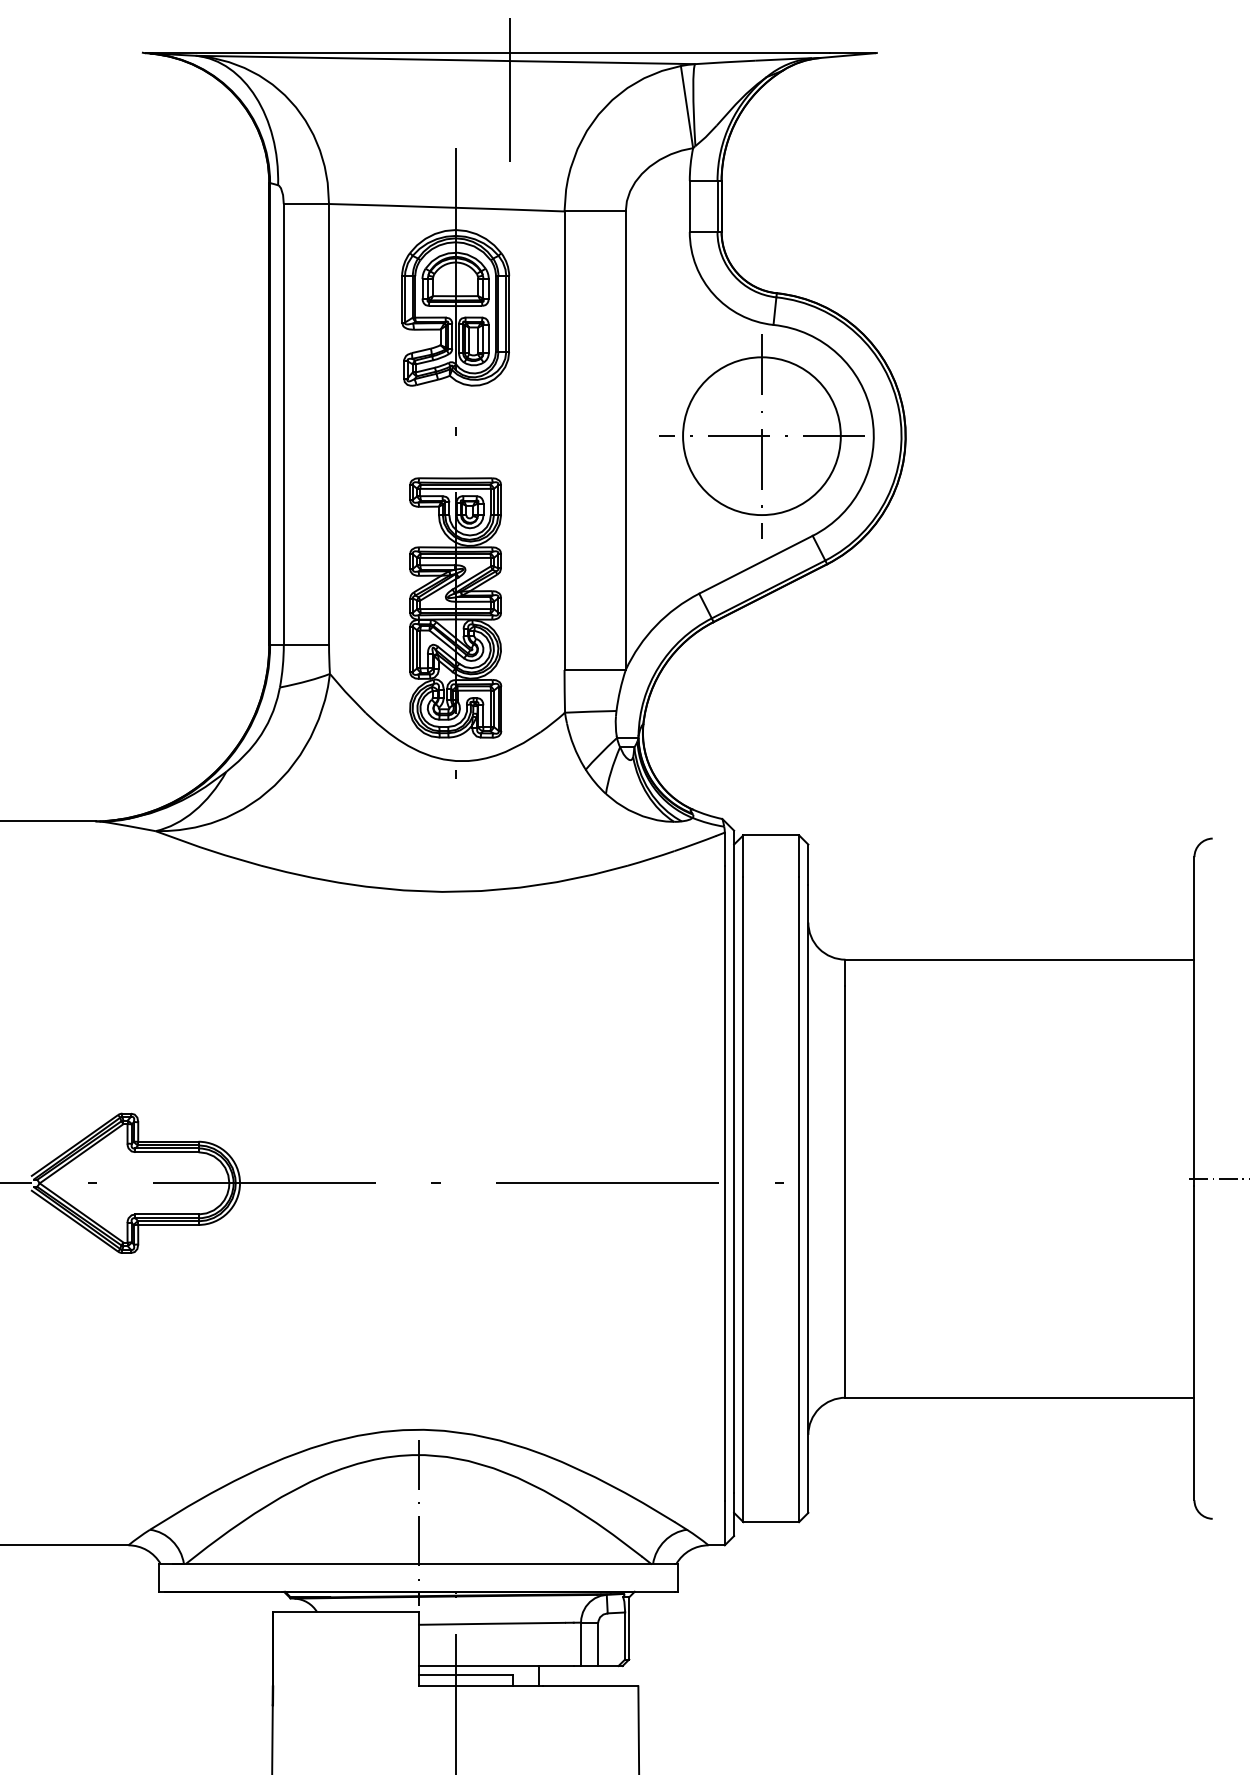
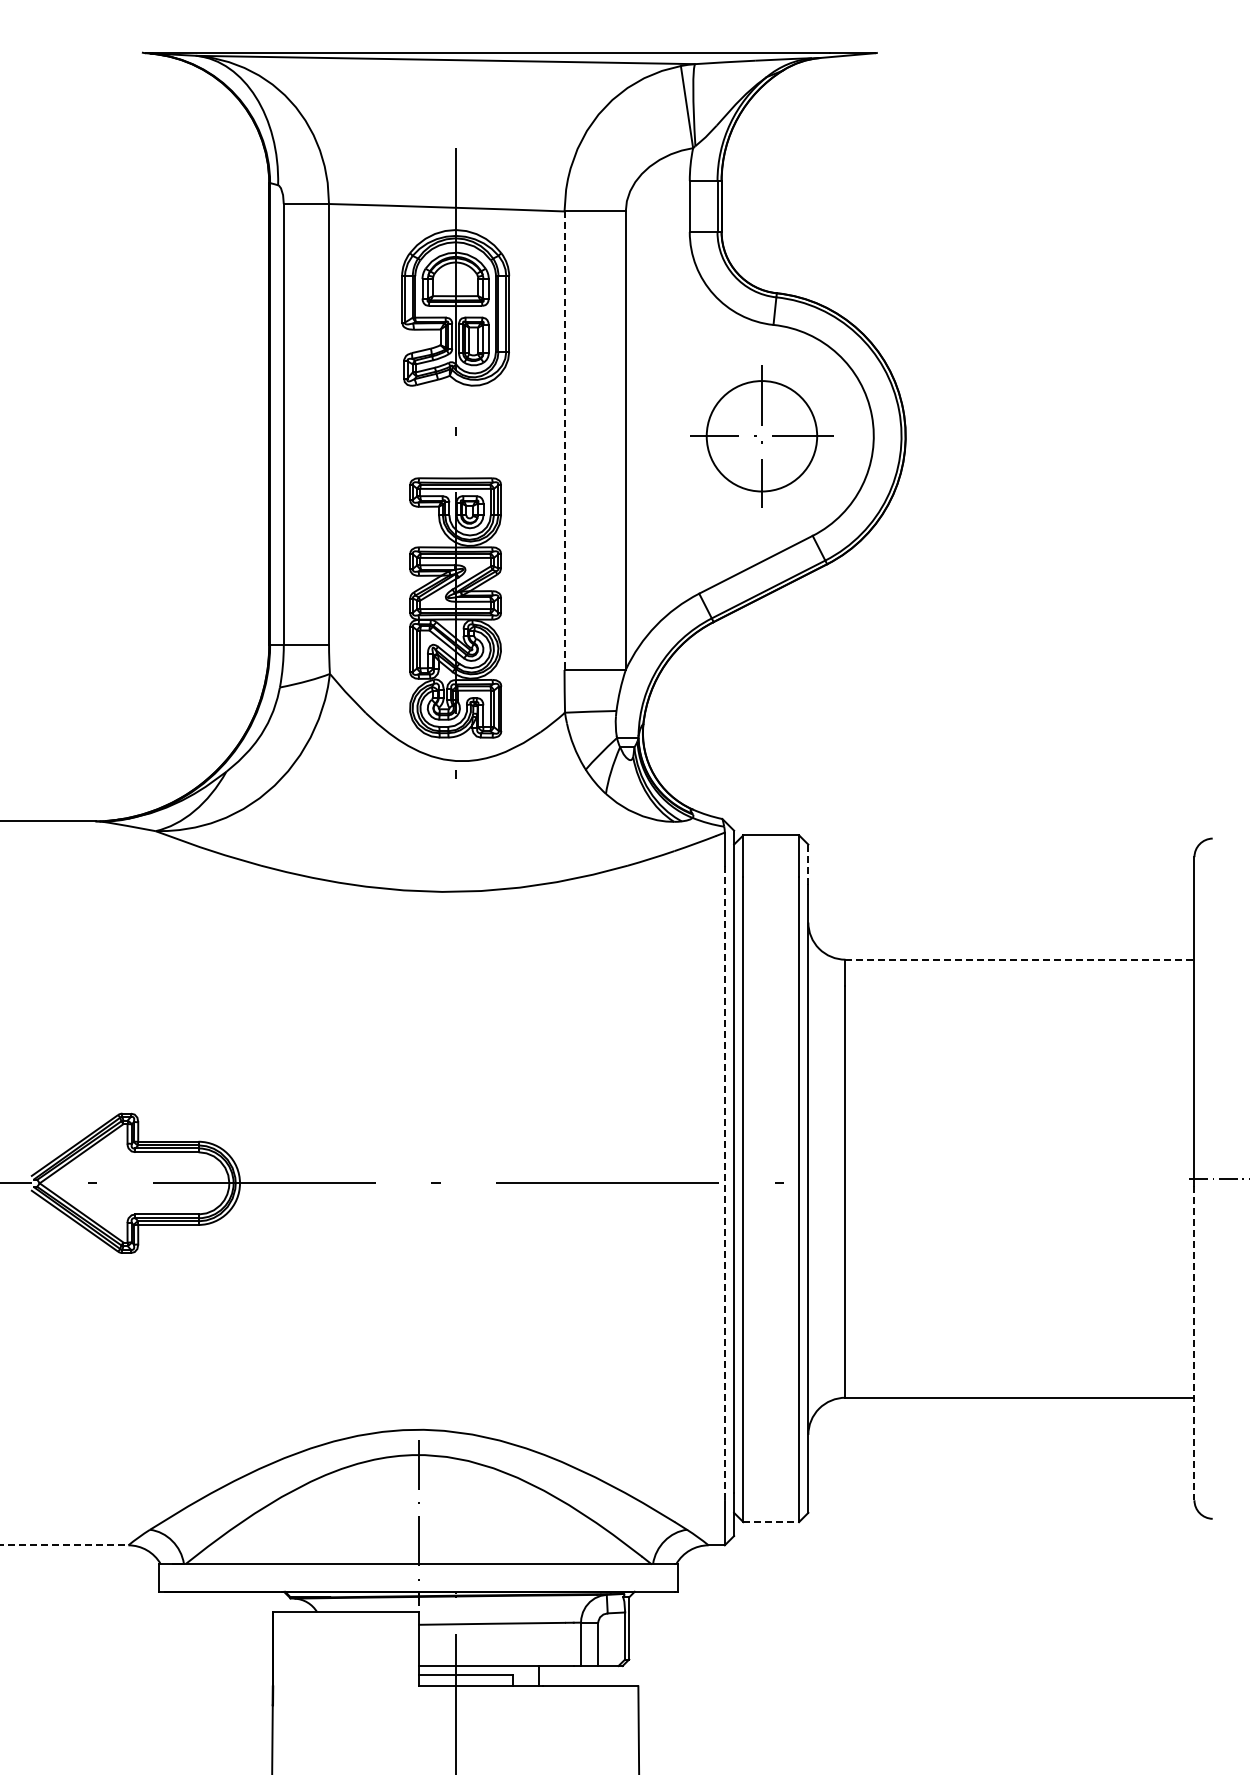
line at (510, 81): present -> none
part at (761, 436) size: 206x205 px -> 144x143 px
line at (564, 441): solid -> dashed
line at (808, 864): solid -> dashed
line at (1020, 959): solid -> dashed
line at (724, 1183): solid -> dashed
line at (1194, 1343): solid -> dashed
line at (771, 1522): solid -> dashed
line at (64, 1545): solid -> dashed
